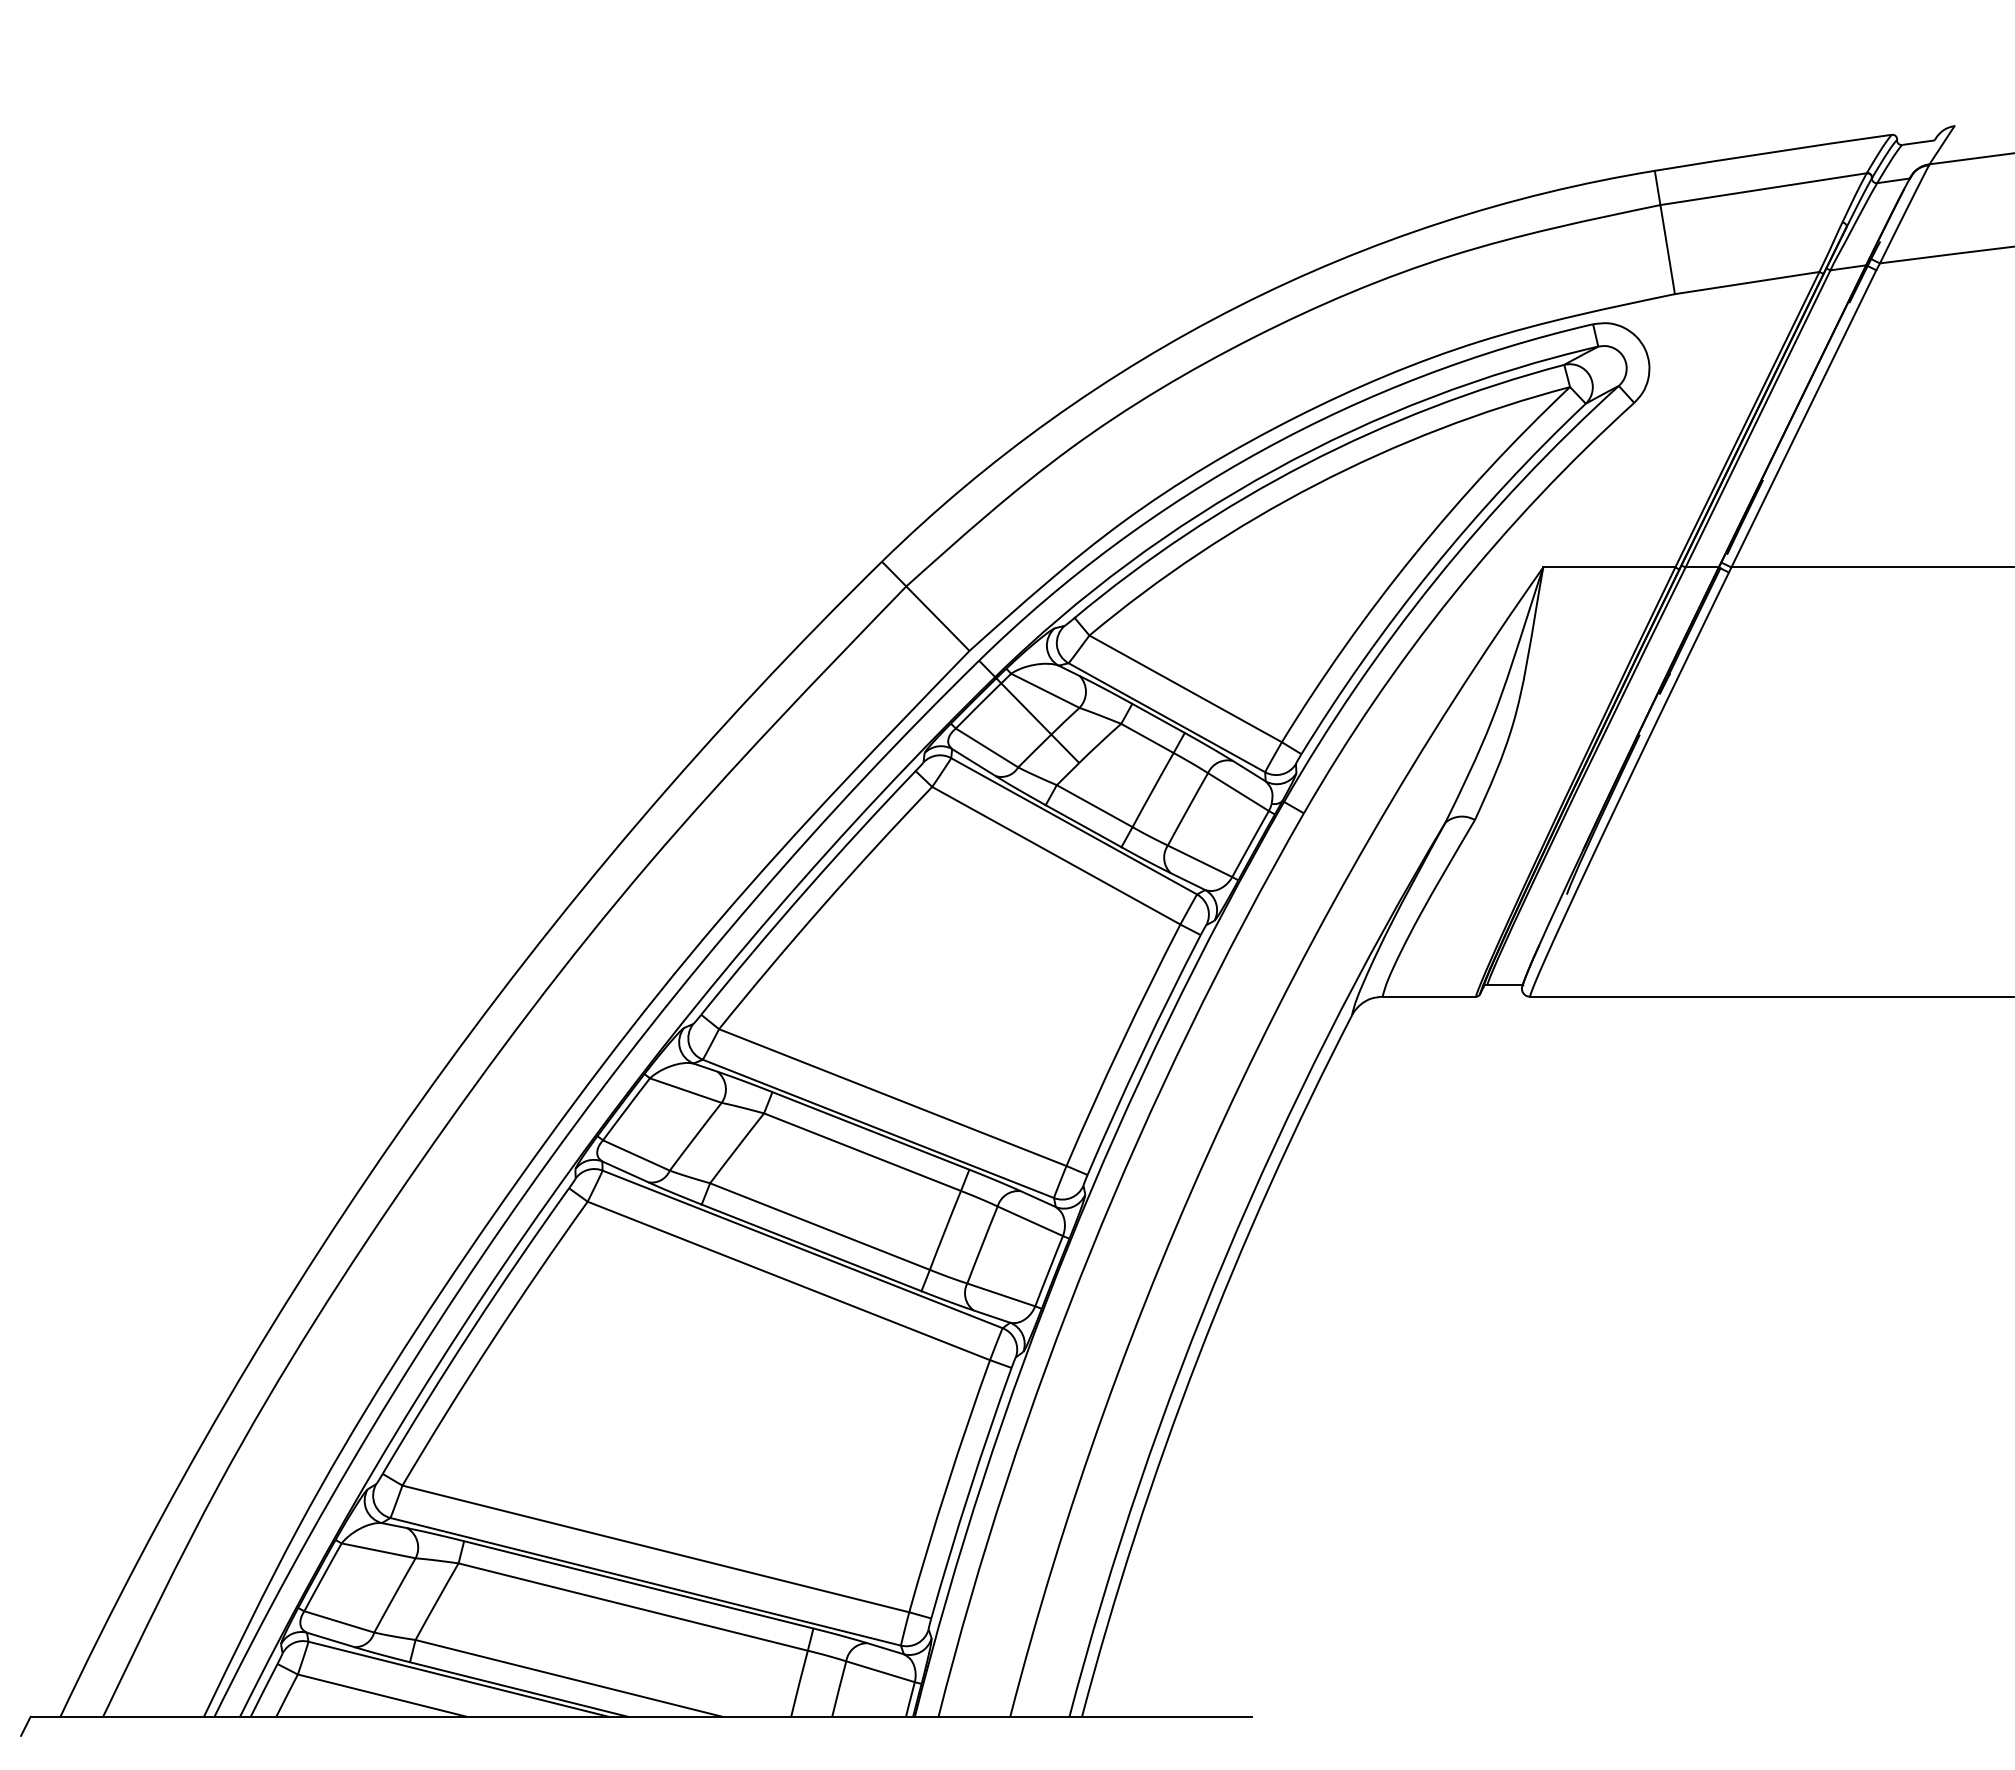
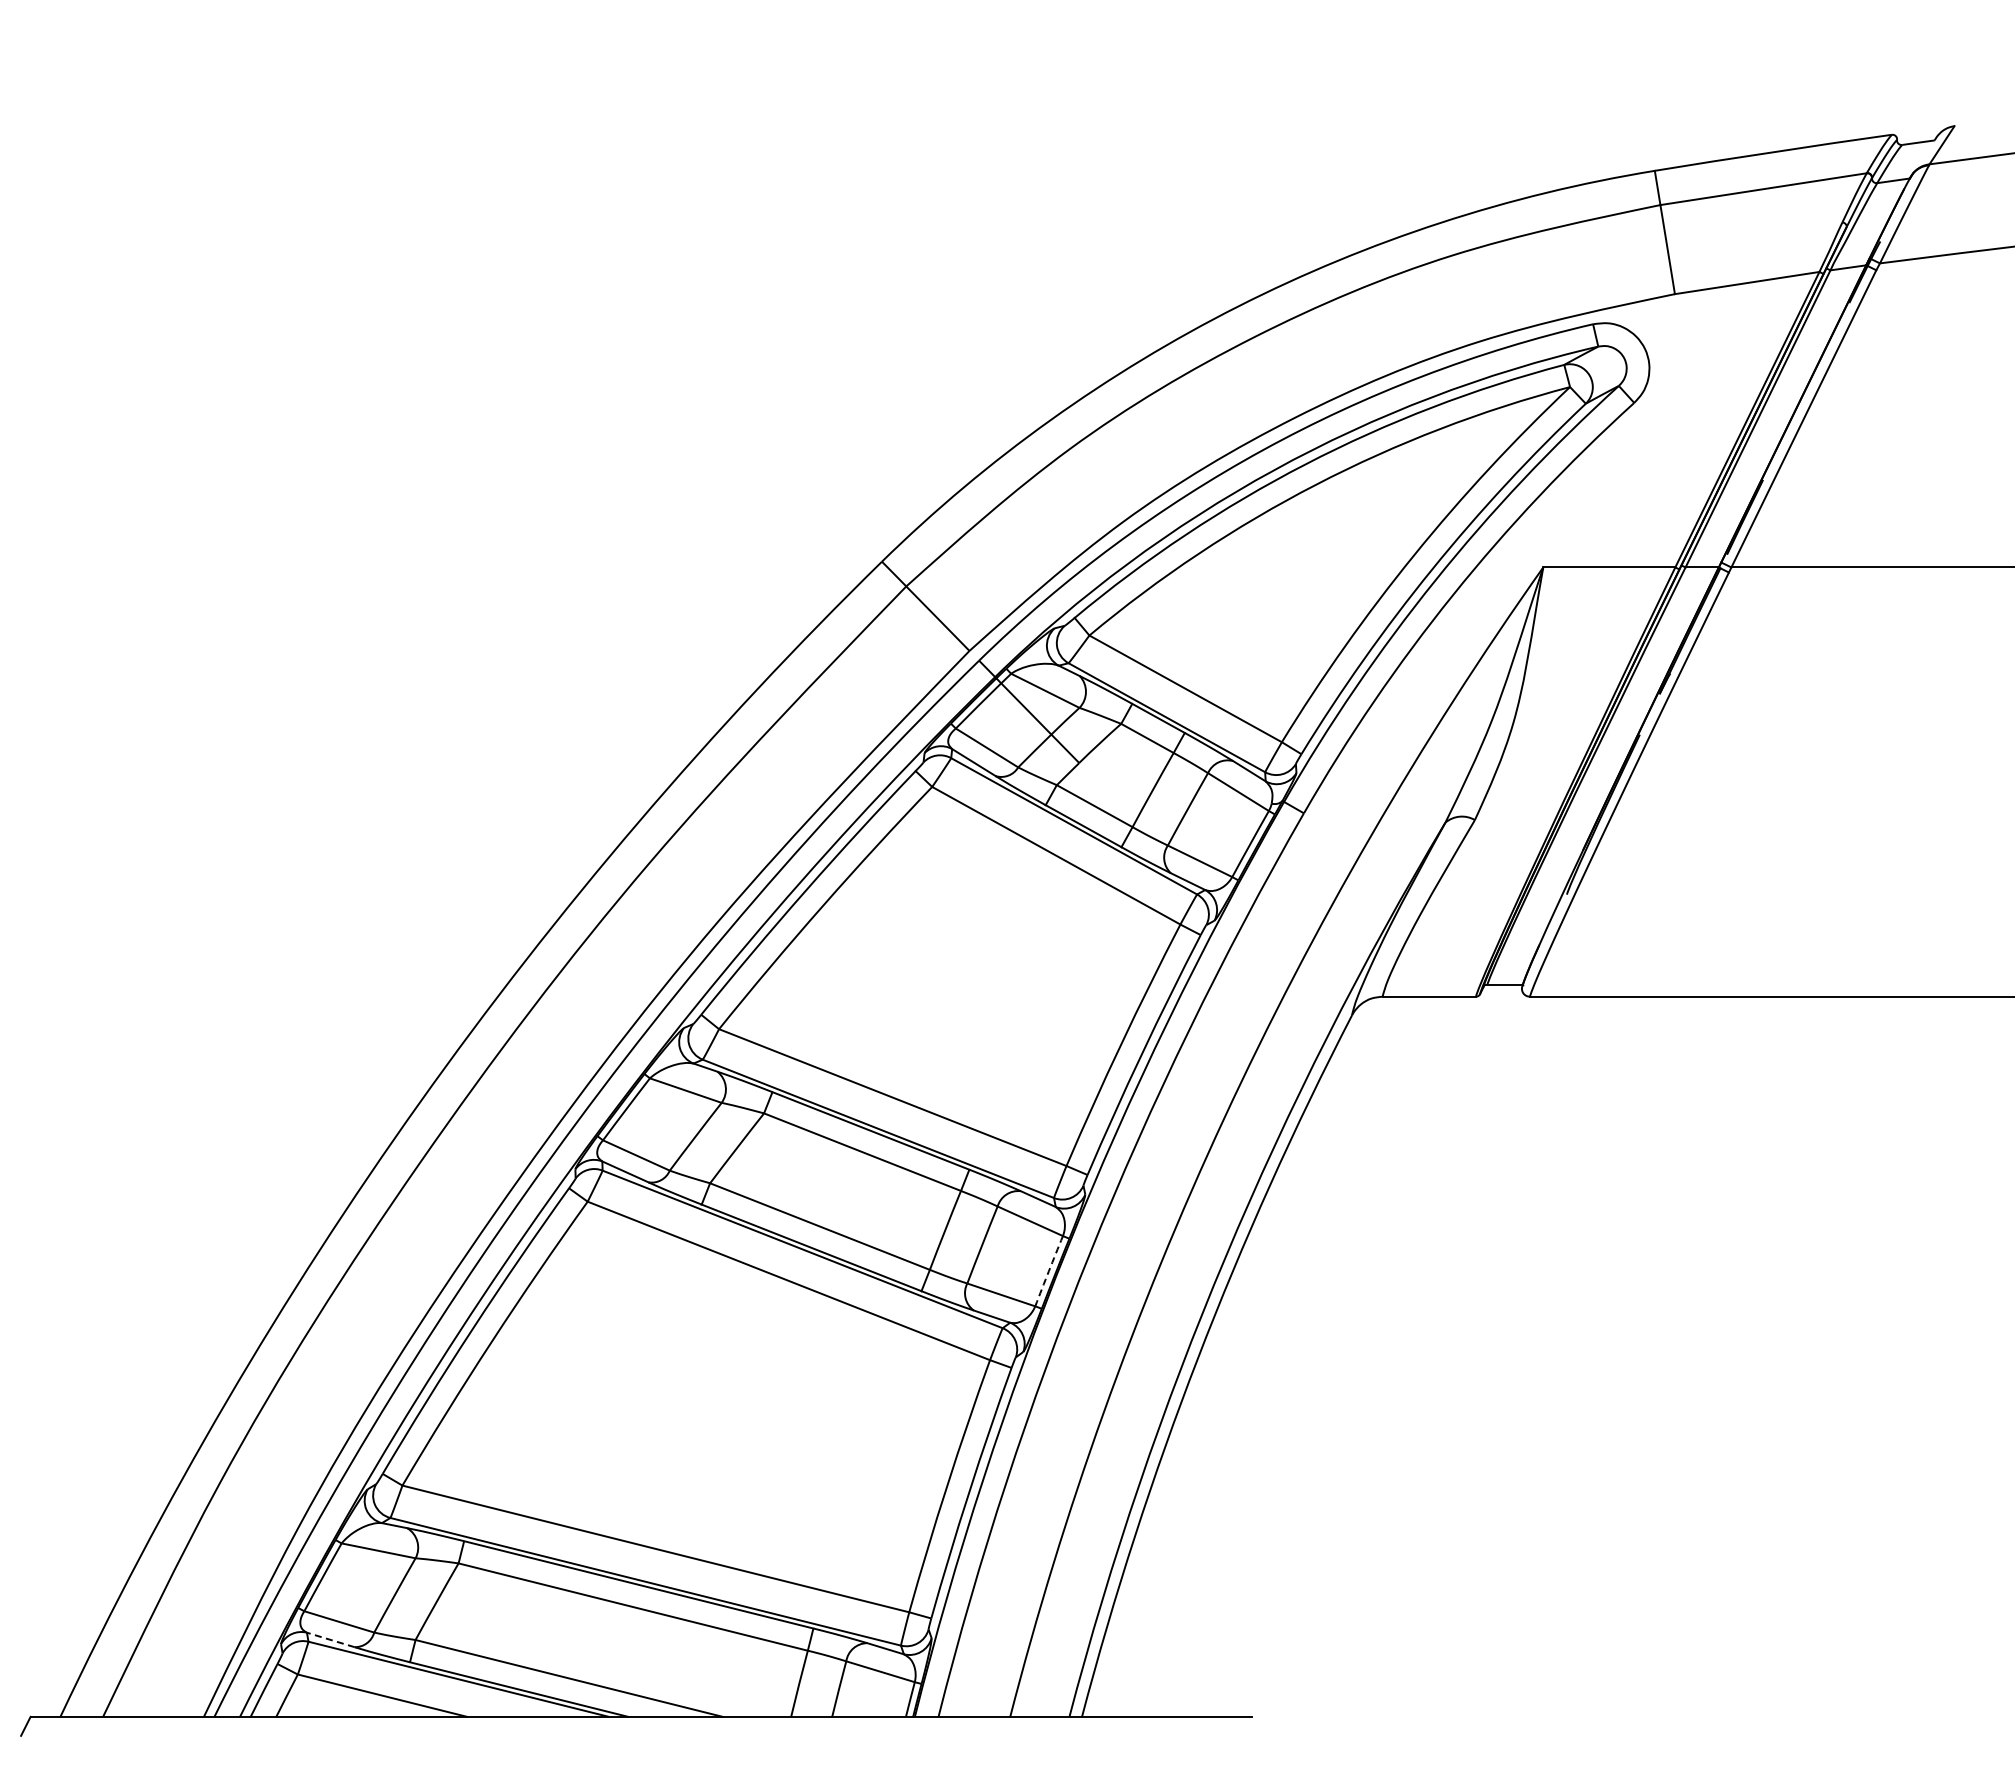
arc at (1048, 1271): solid -> dashed
line at (330, 1639): solid -> dashed
